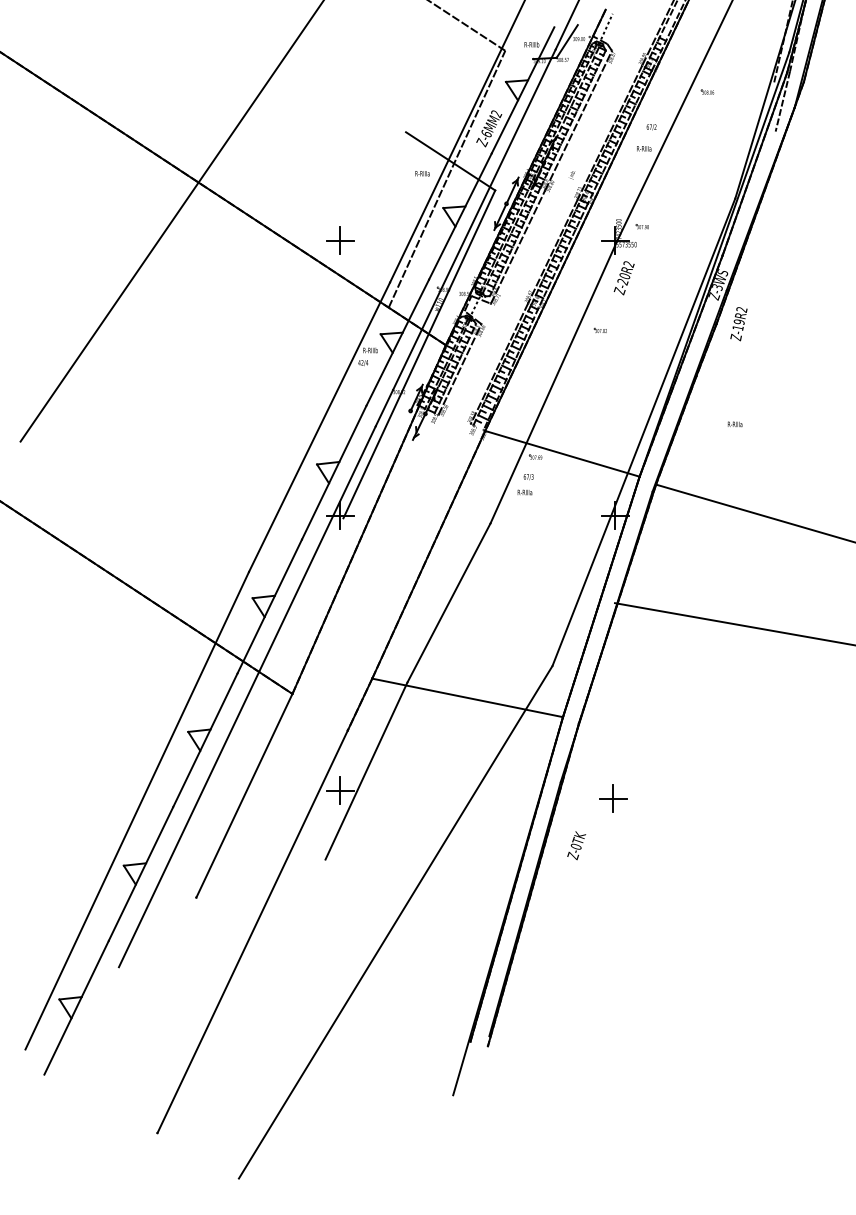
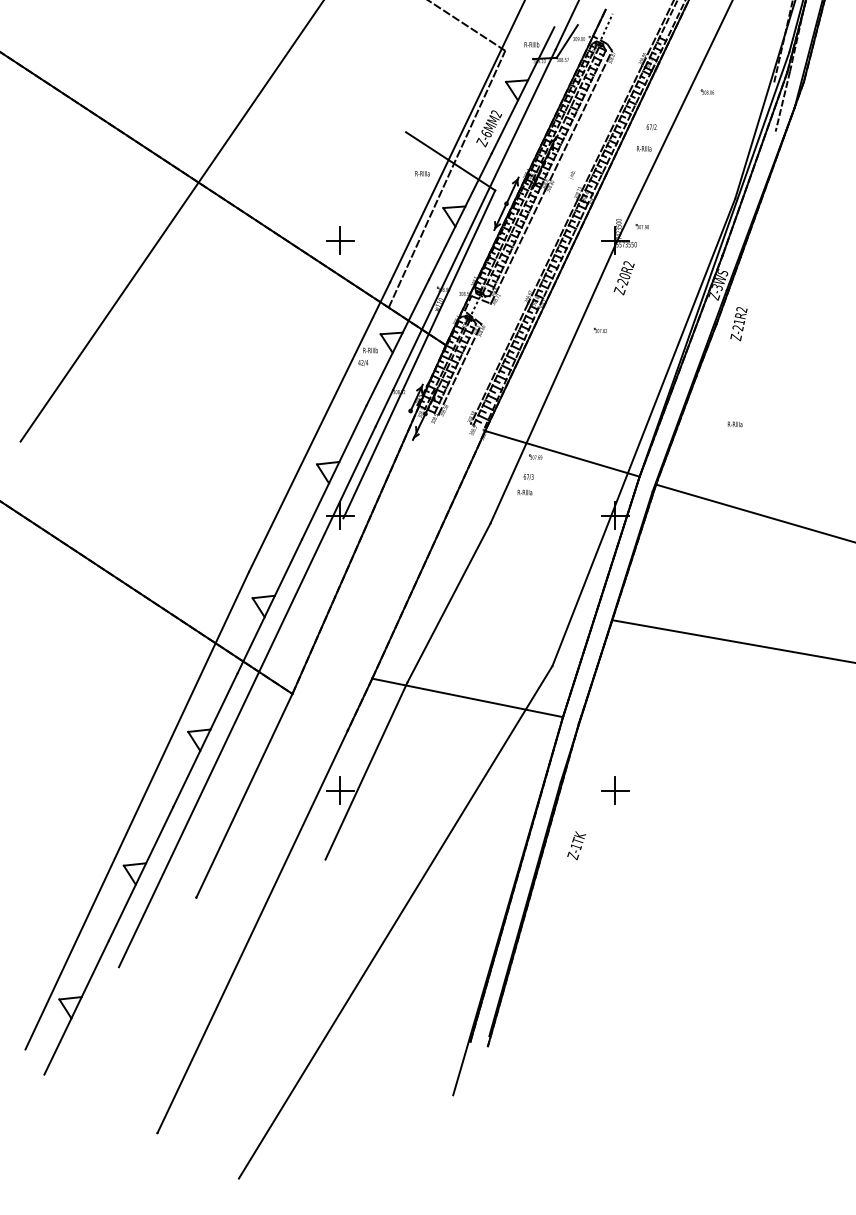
text at (738, 325): Z-19R2 -> Z-21R2
line at (733, 623) position: (733, 623) -> (731, 641)
part at (613, 798) position: (613, 798) -> (615, 790)
text at (575, 846): Z-0TK -> Z-1TK
